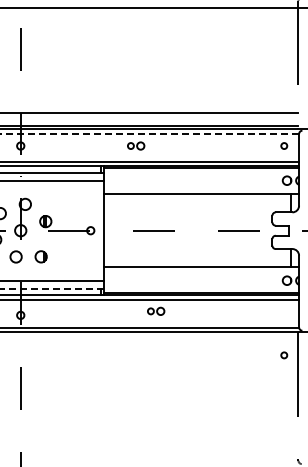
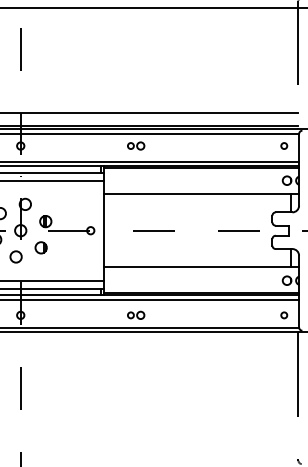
line at (149, 133): dashed -> solid
part at (40, 256) position: (40, 256) -> (40, 247)
line at (52, 288): dashed -> solid
part at (156, 310) position: (156, 310) -> (136, 314)
circle at (284, 355) position: (284, 355) -> (284, 315)
